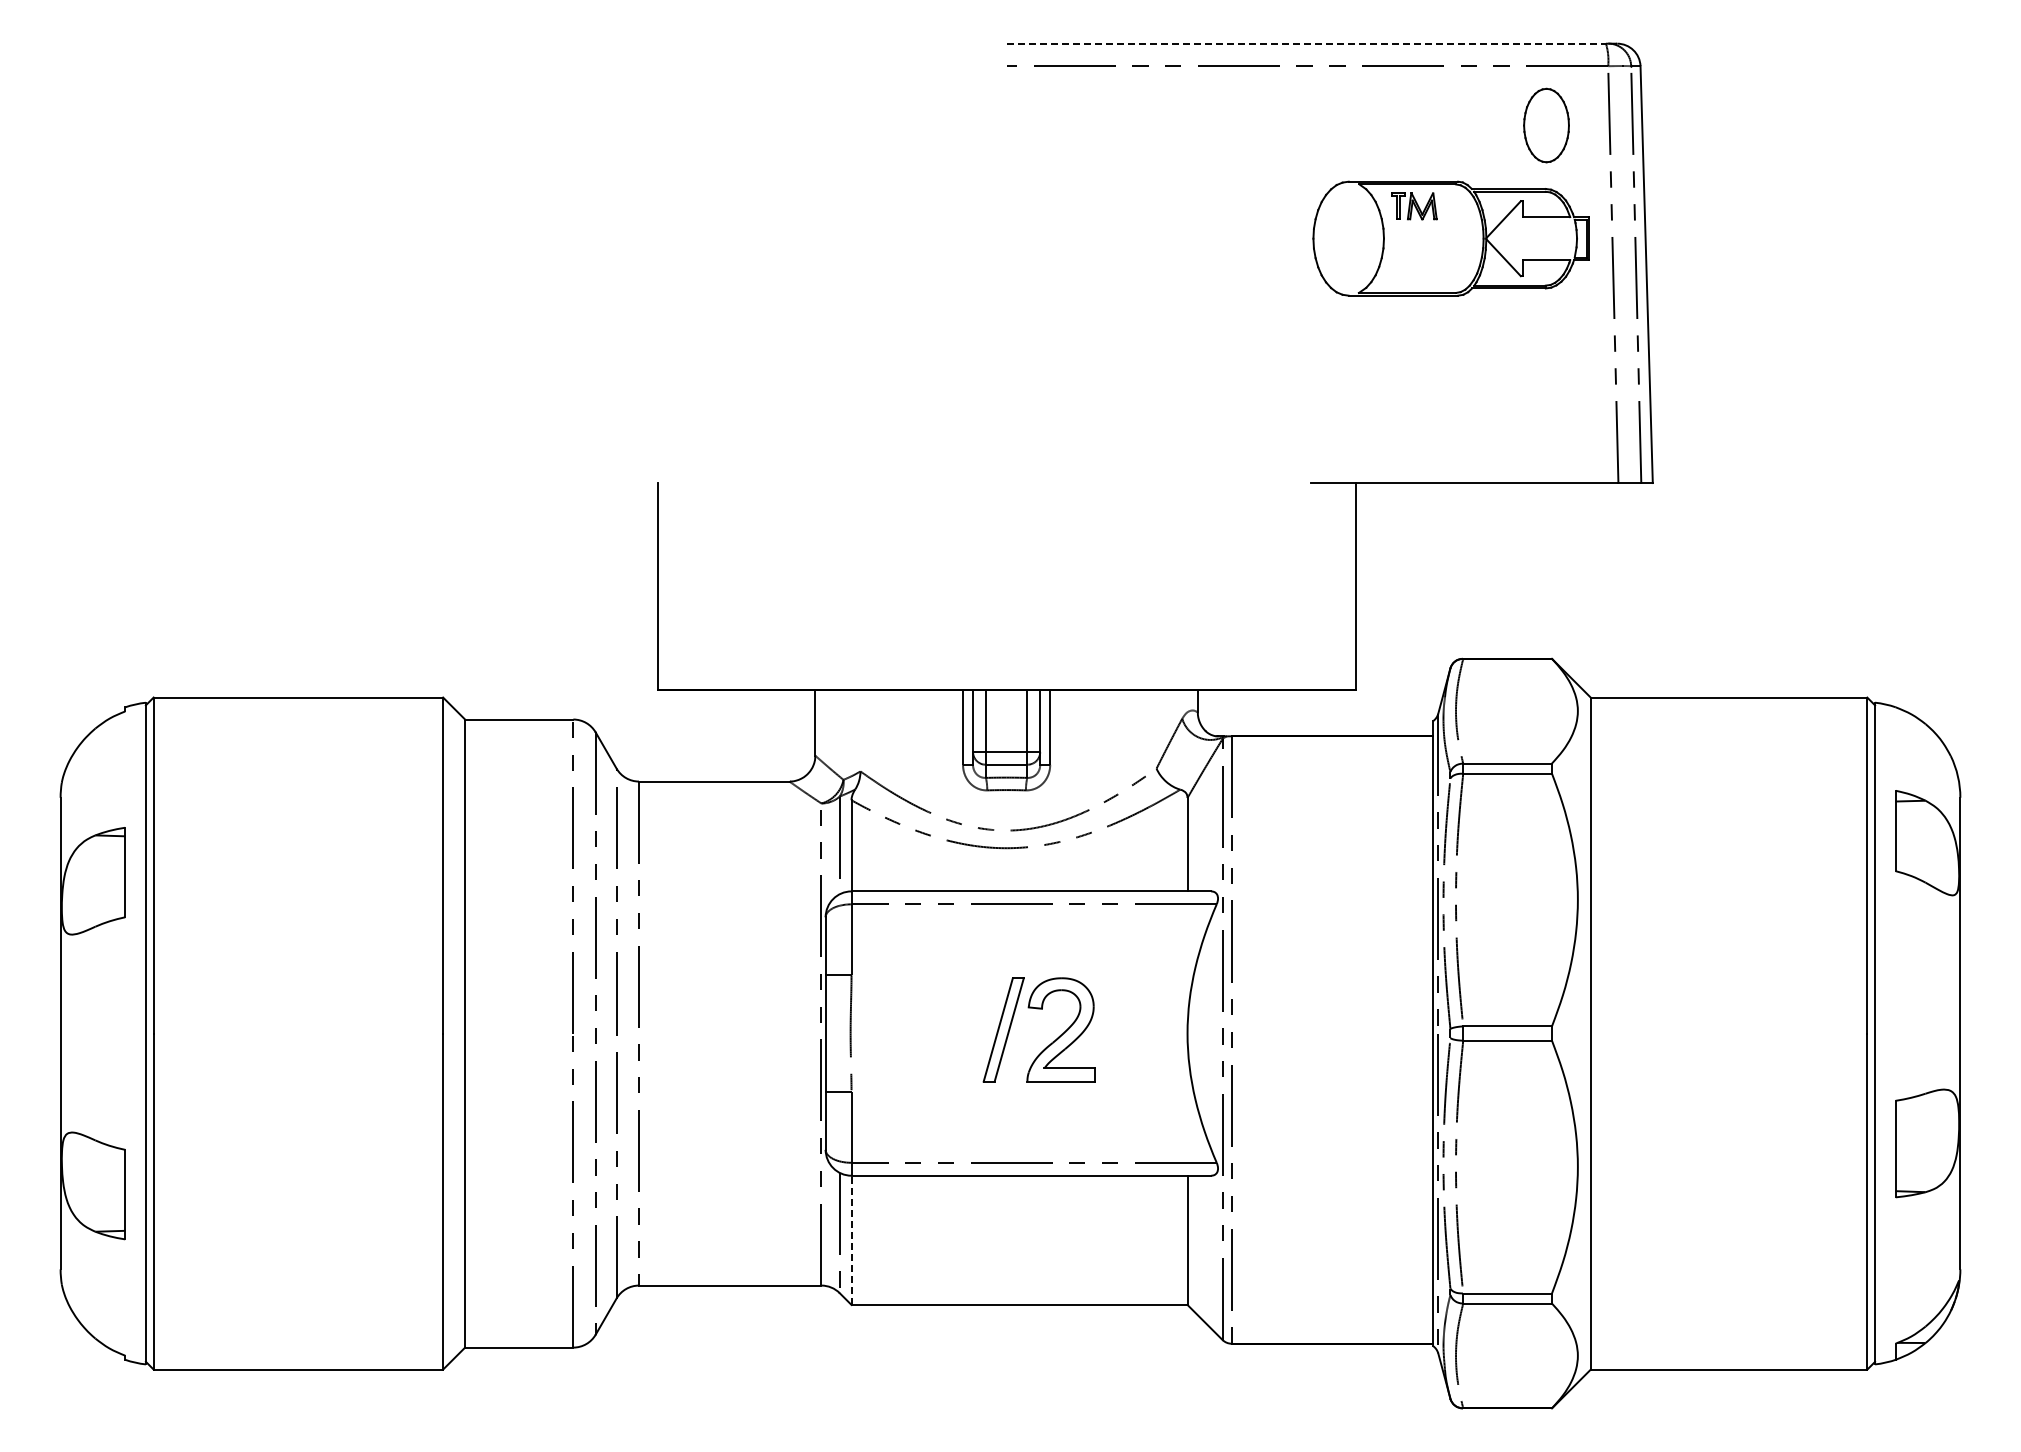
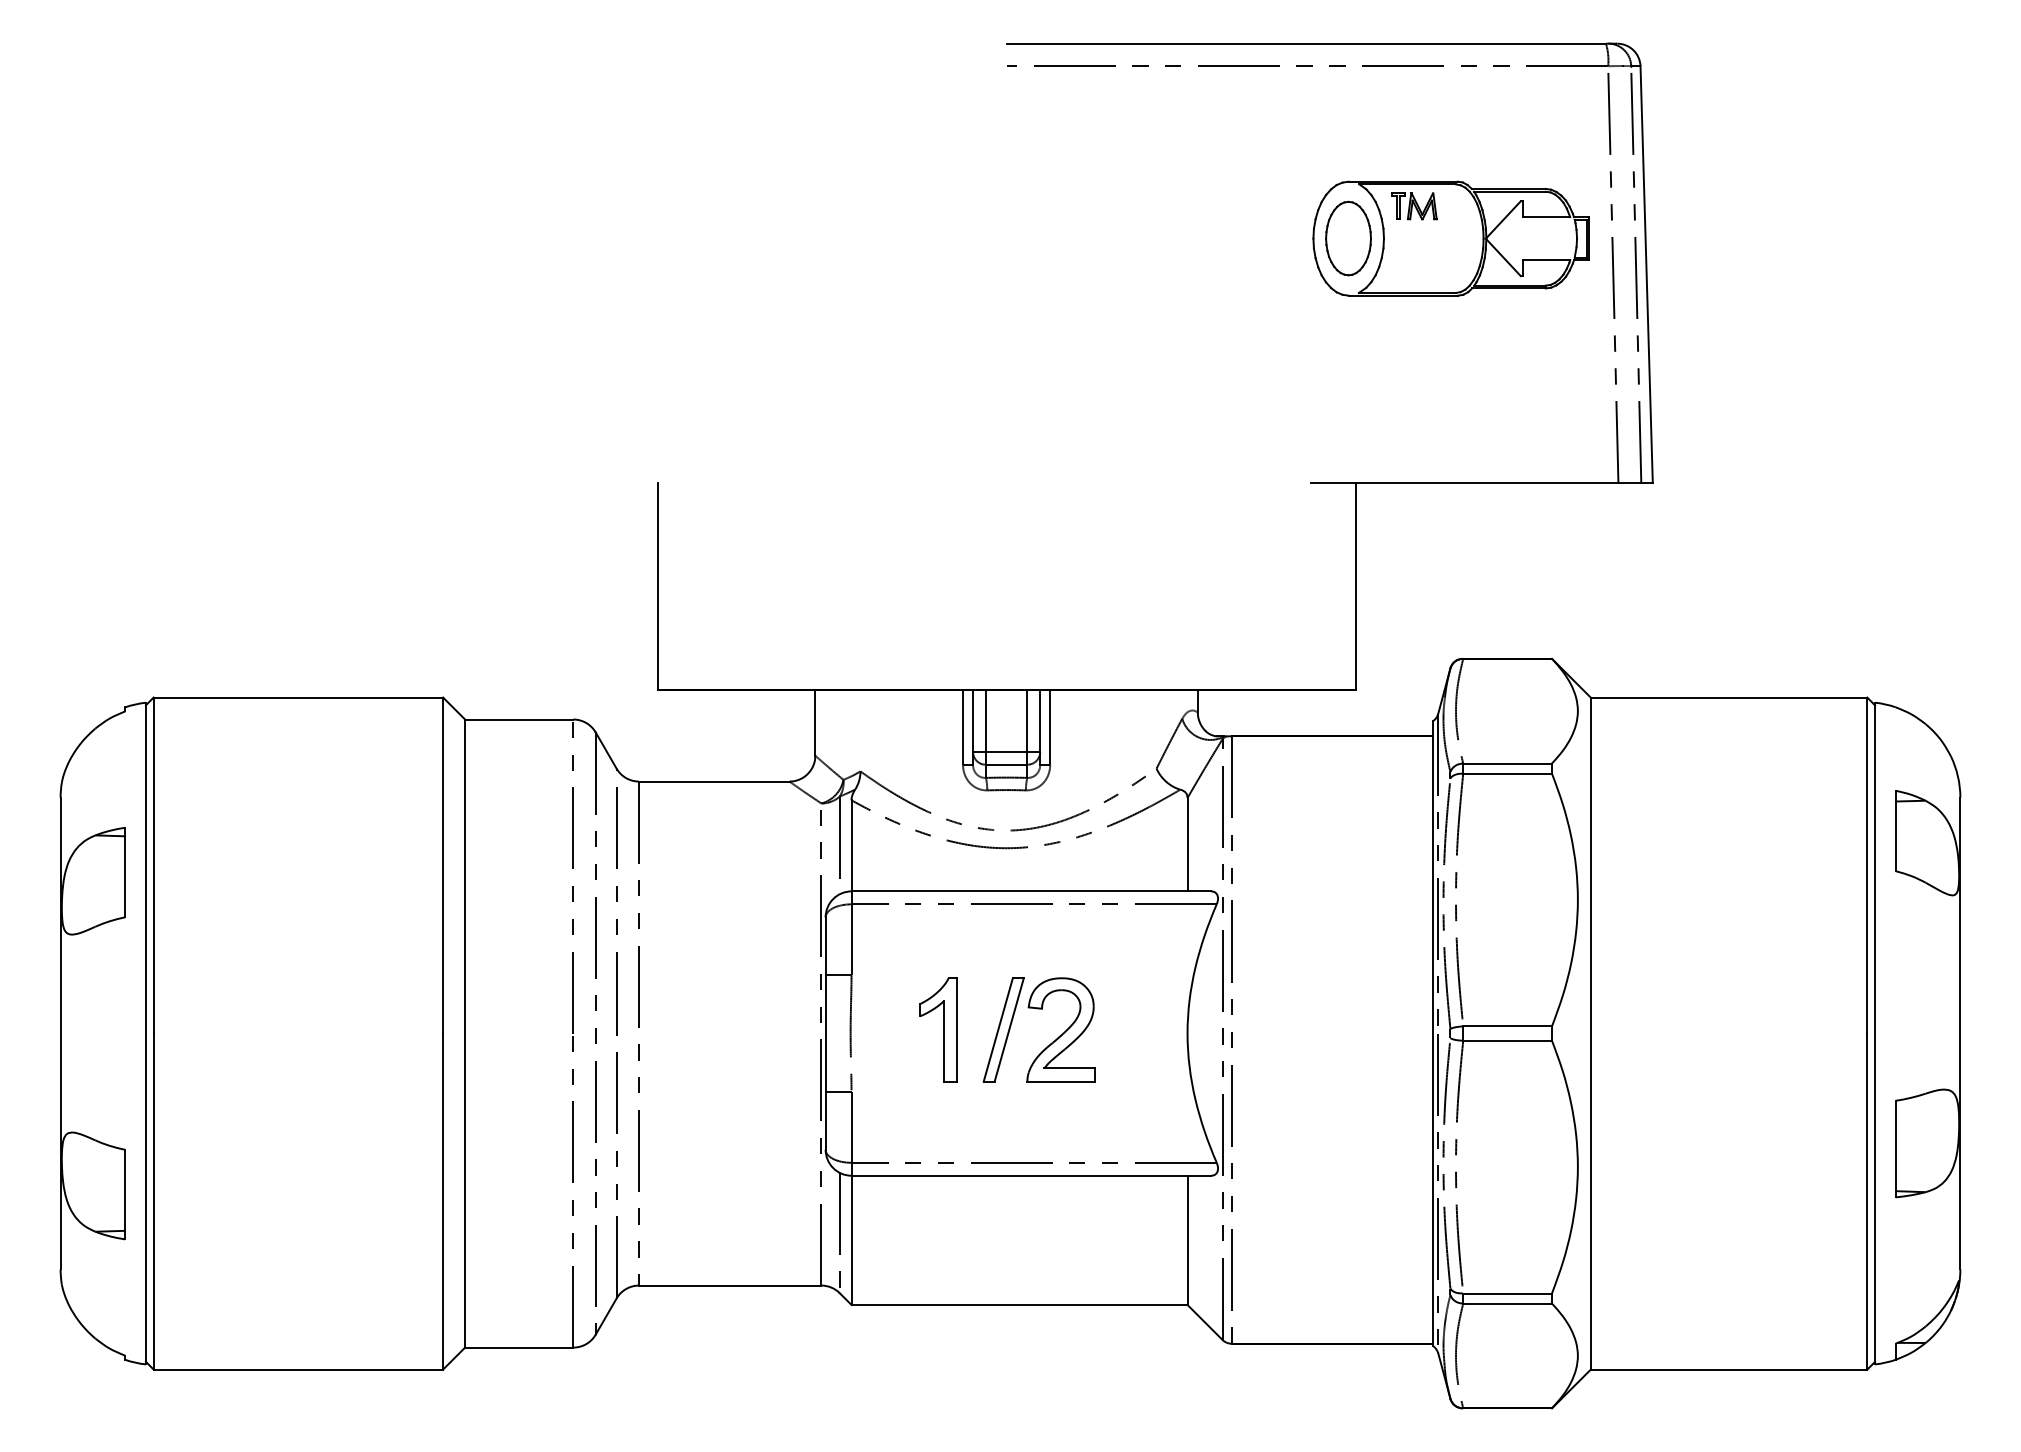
line at (1307, 43): dashed -> solid
part at (1546, 125) position: (1546, 125) -> (1348, 238)
part at (938, 1029): none -> present
line at (851, 1240): dashed -> solid
